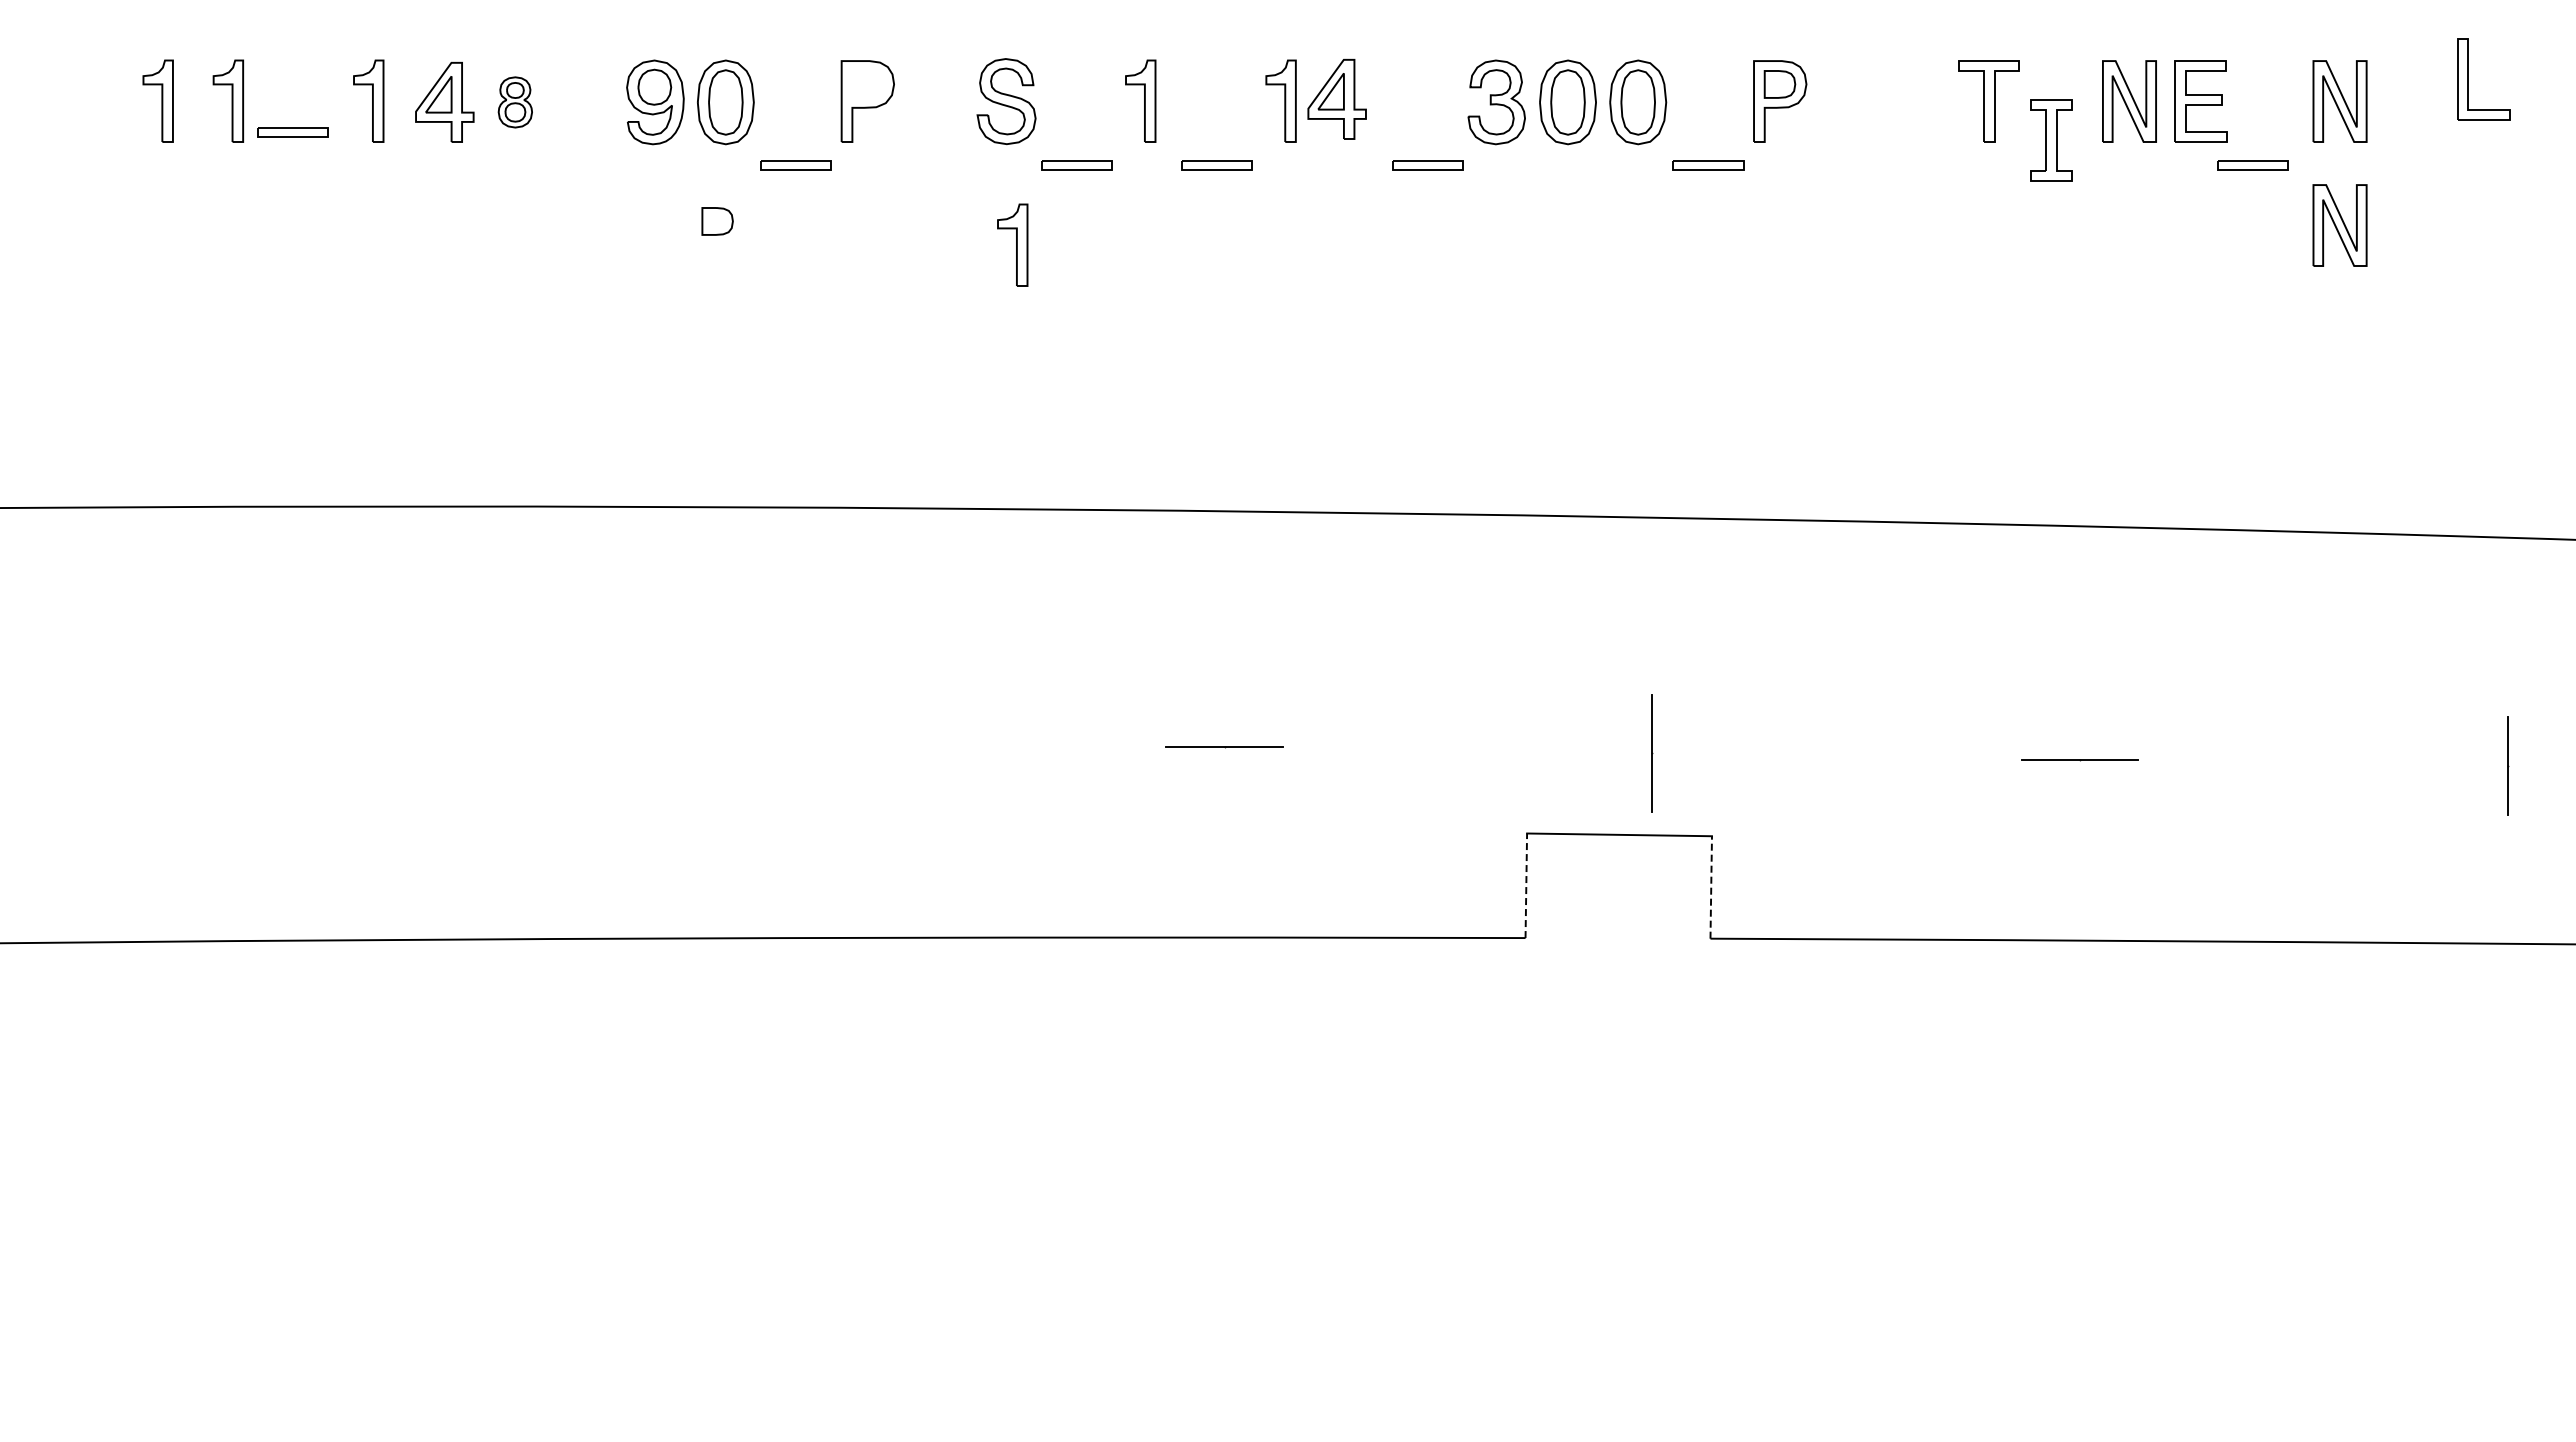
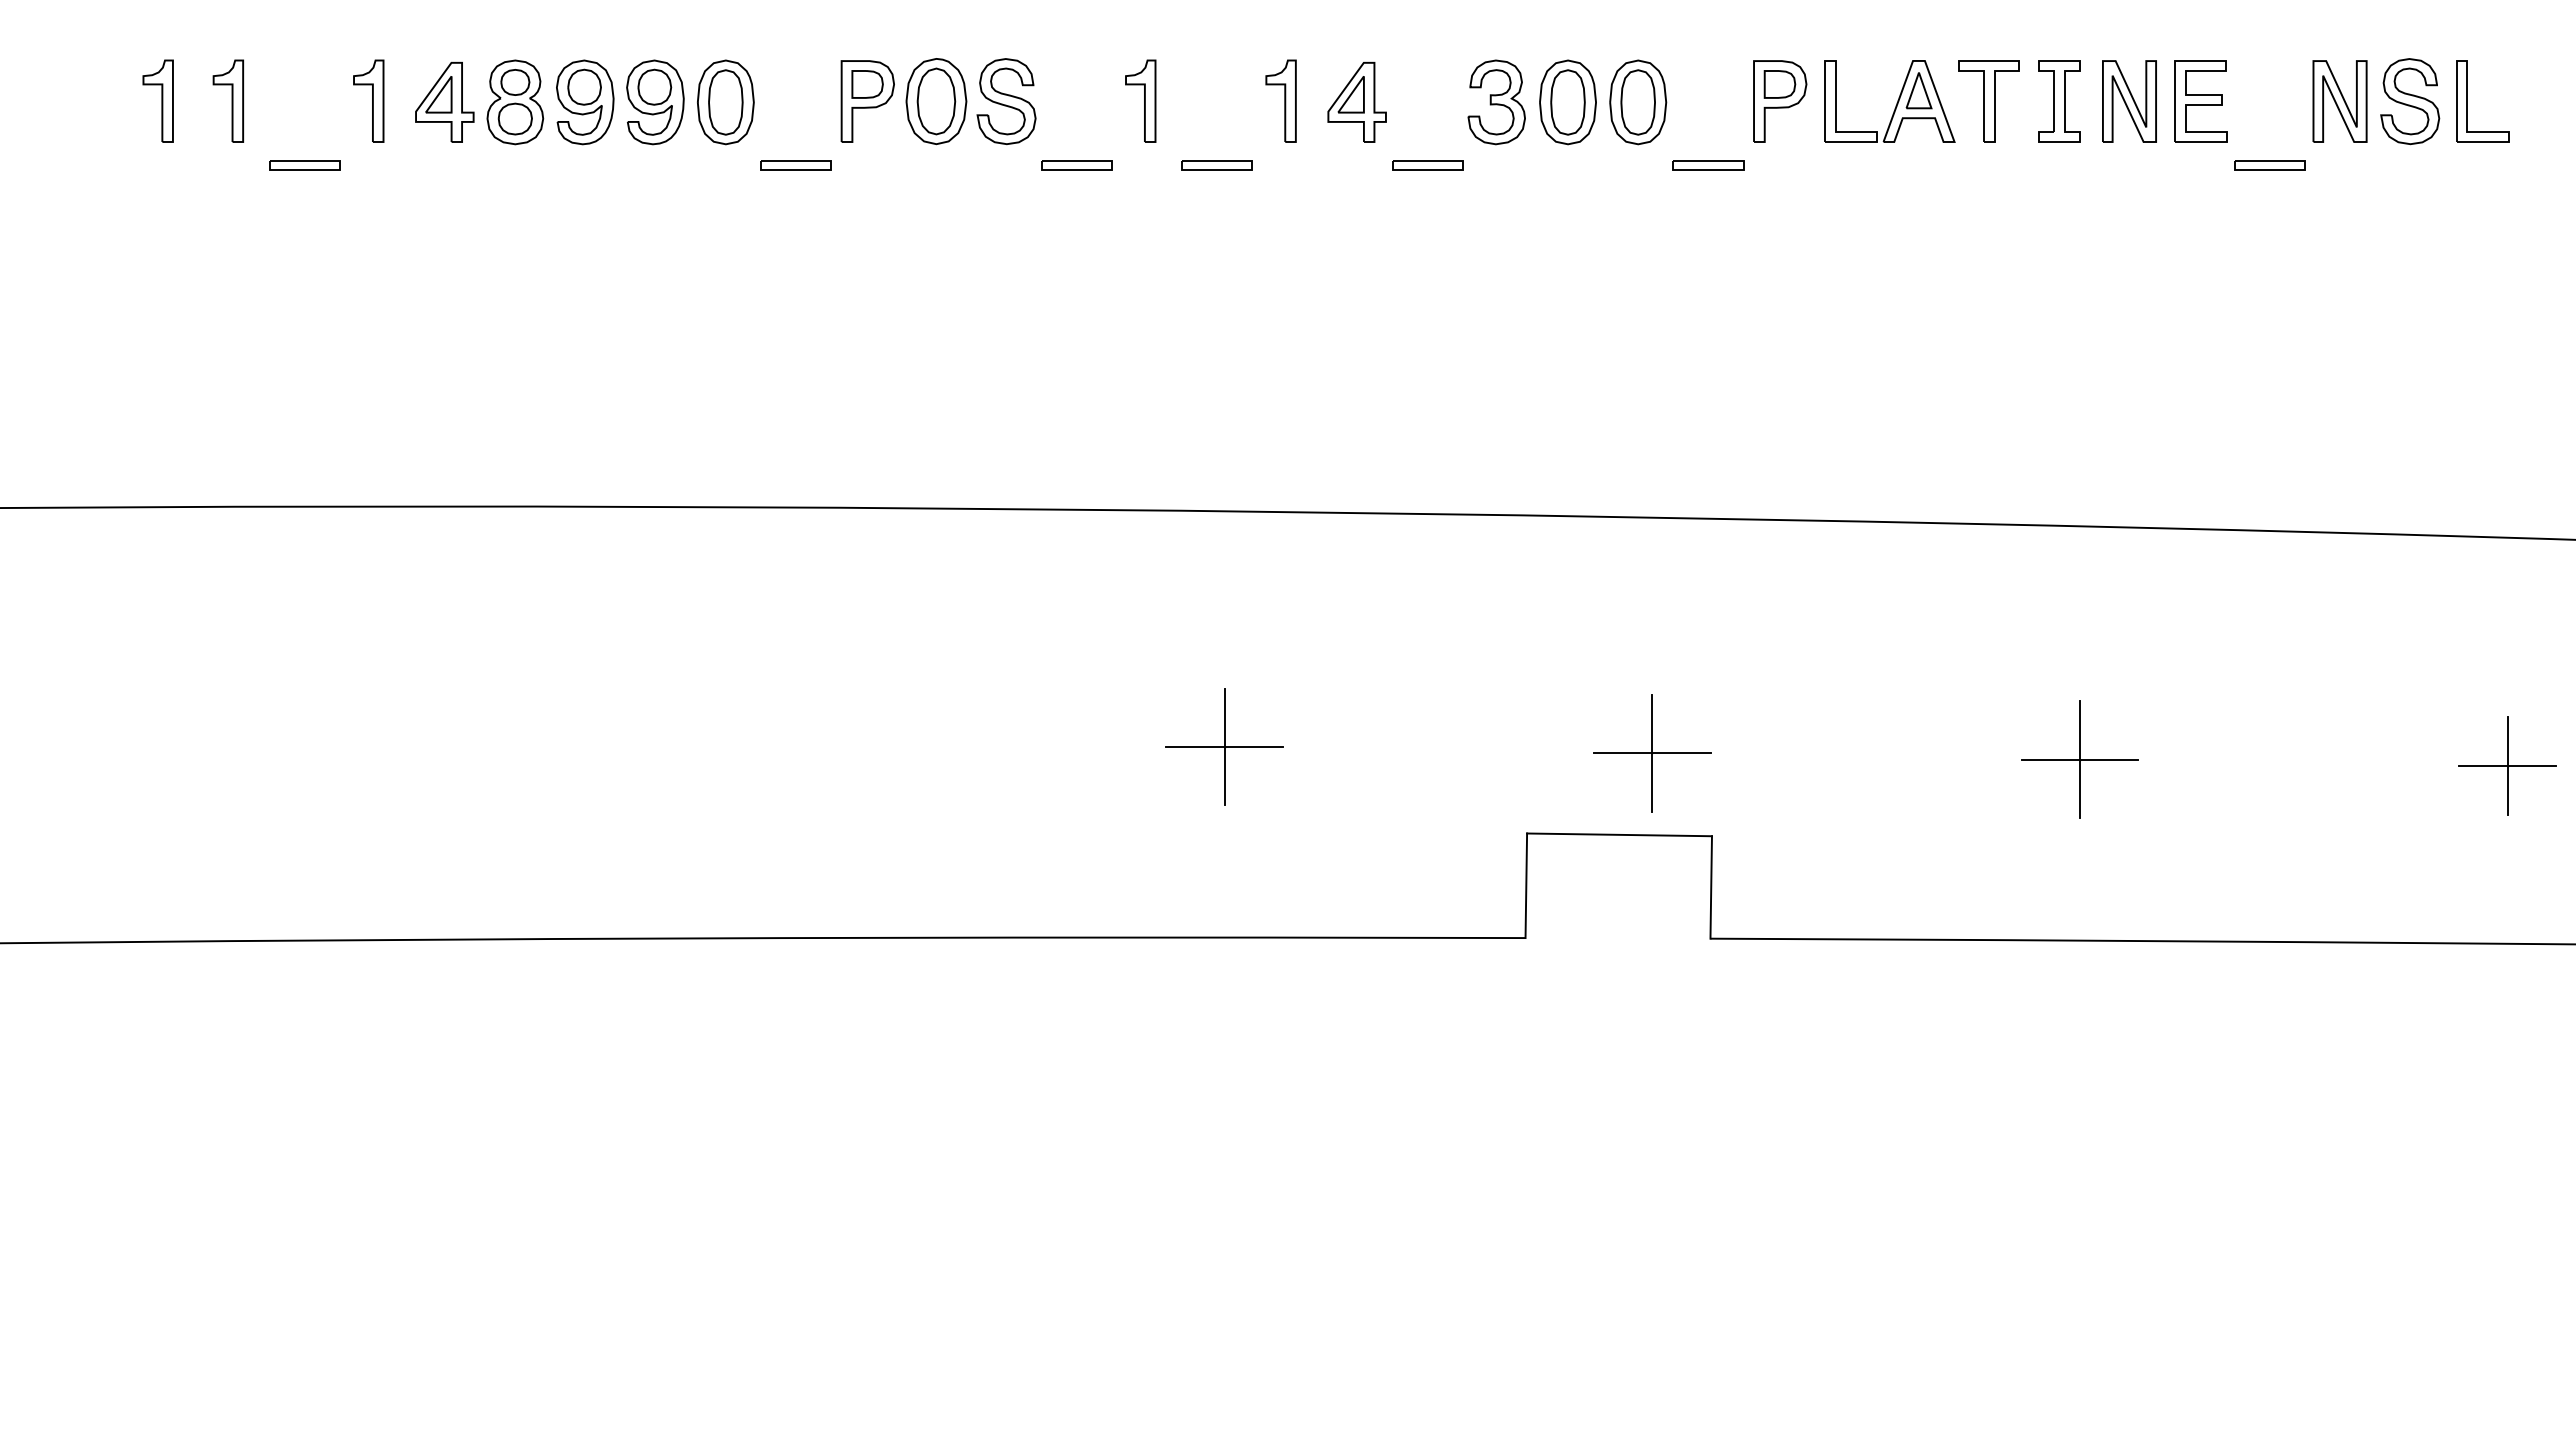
part at (2468, 79) position: (2468, 79) -> (2467, 101)
part at (1336, 98) position: (1336, 98) -> (1356, 101)
part at (936, 101): none -> present
part at (2410, 101): none -> present
part at (514, 102) size: 36x53 px -> 59x87 px
part at (585, 102): none -> present
part at (1895, 105): none -> present
part at (292, 132) position: (292, 132) -> (304, 165)
part at (2051, 140) position: (2051, 140) -> (2059, 101)
part at (2252, 165) position: (2252, 165) -> (2269, 165)
part at (717, 221) position: (717, 221) -> (867, 84)
part at (2339, 225): present -> none
part at (1012, 244): present -> none
line at (1224, 746): none -> present
line at (1652, 753): none -> present
line at (2079, 759): none -> present
line at (2507, 766): none -> present
line at (1526, 885): dashed -> solid
line at (1711, 886): dashed -> solid
